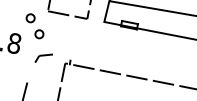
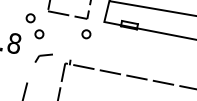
part at (86, 34): none -> present
